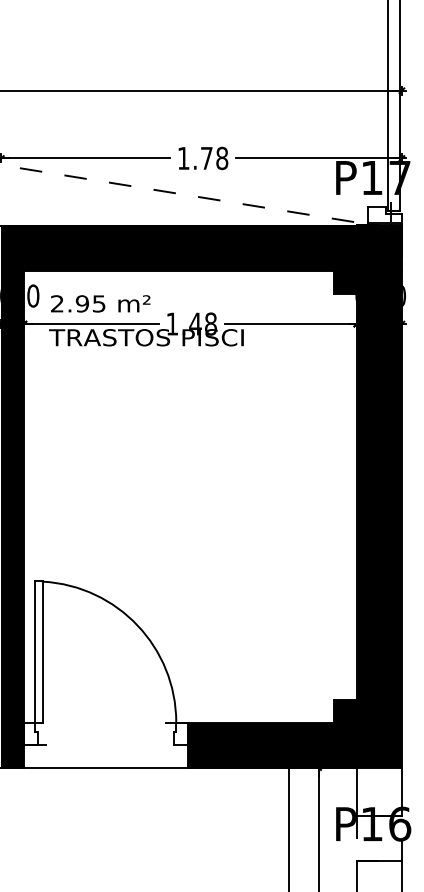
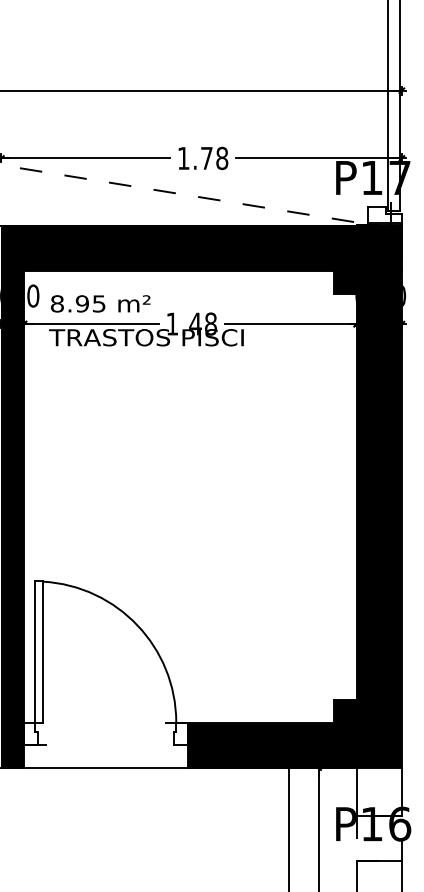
text at (56, 303): 2.95 -> 8.95
